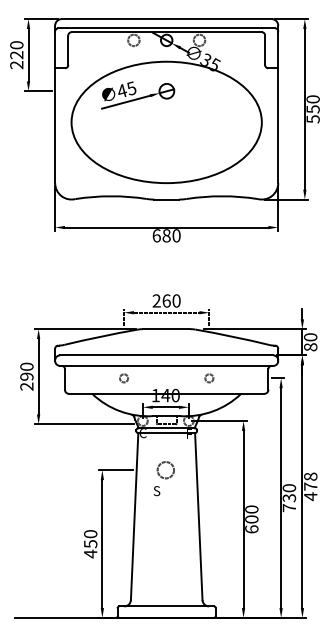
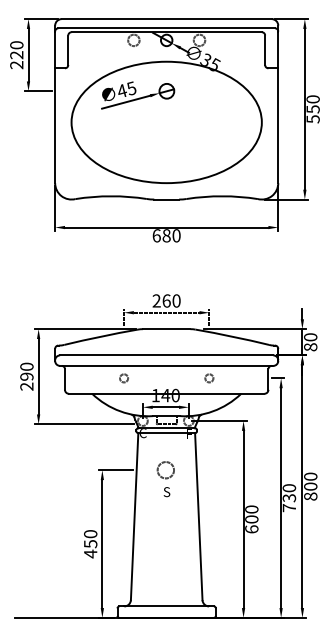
text at (310, 486): 478 -> 800
text at (156, 491) position: (156, 491) -> (166, 492)
